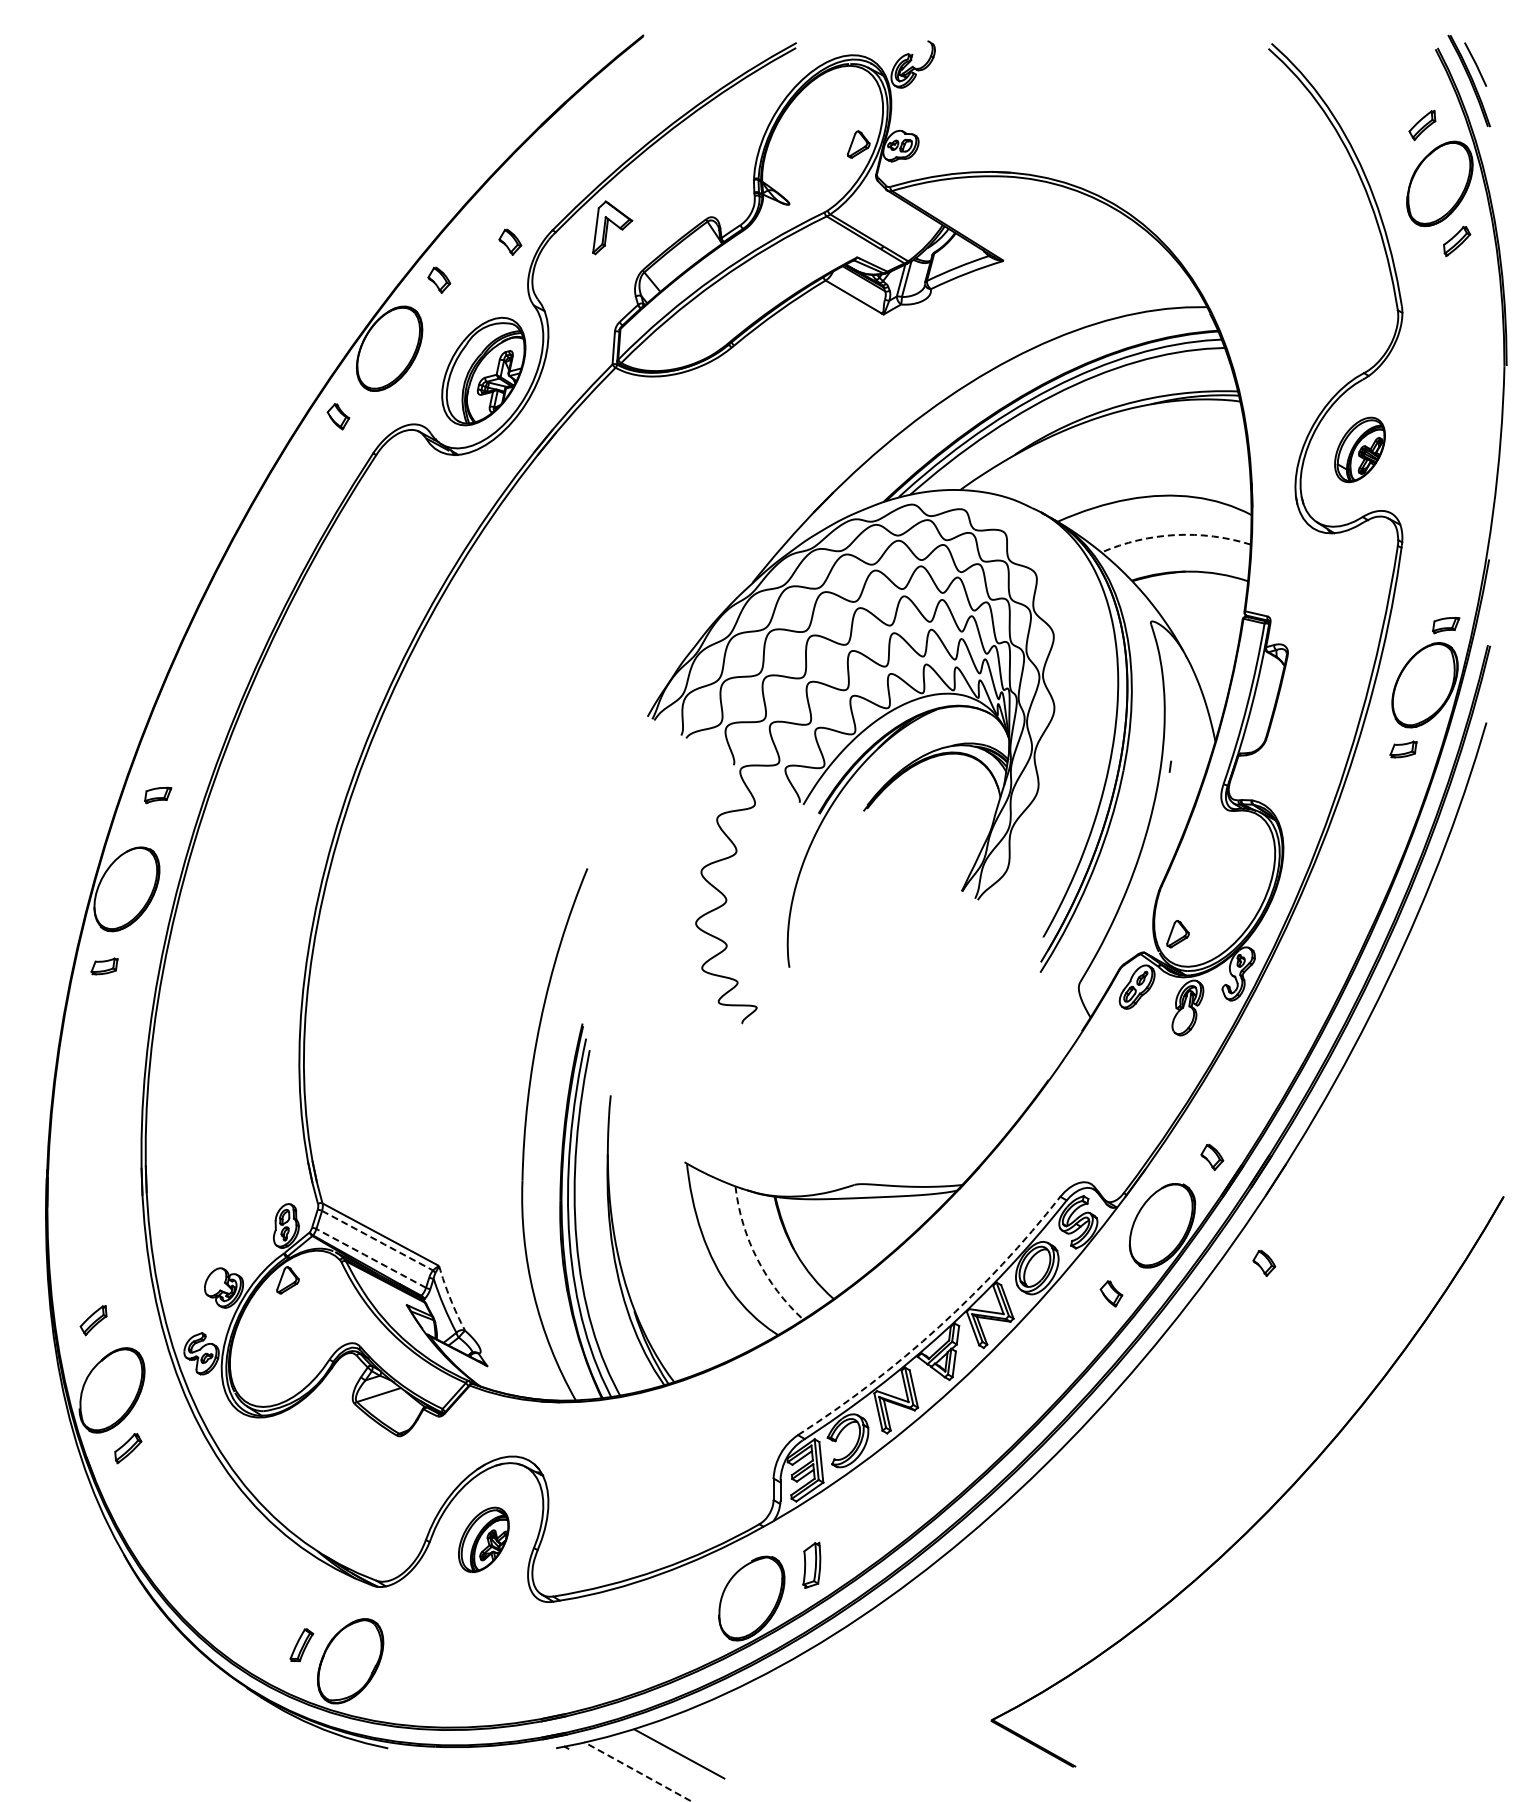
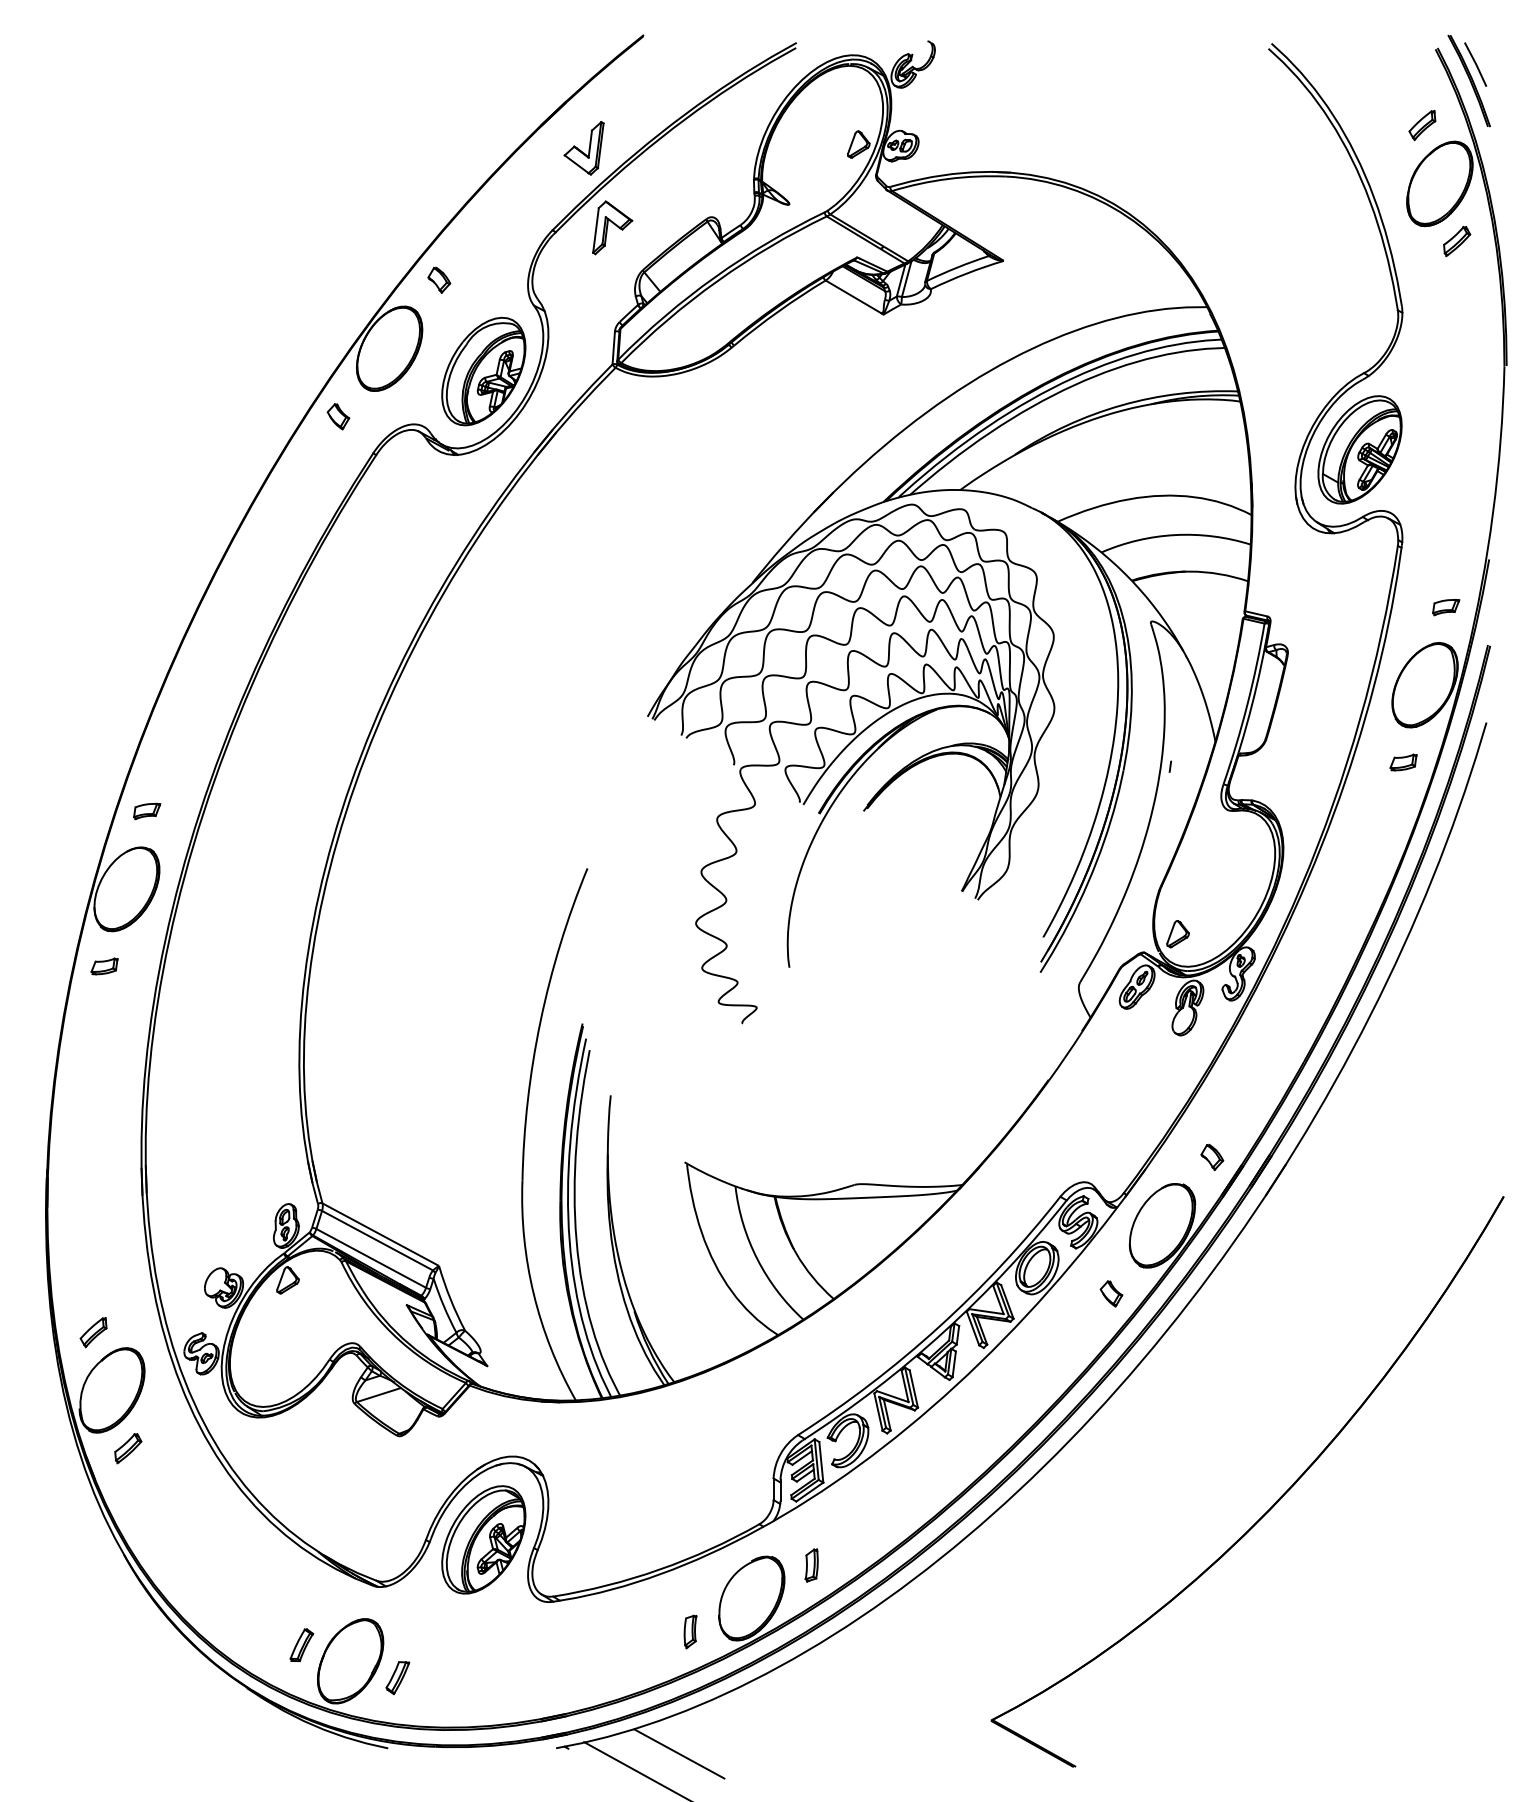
part at (583, 148): none -> present
part at (510, 241): present -> none
part at (1359, 449) size: 52x68 px -> 86x110 px
arc at (1175, 535): dashed -> solid
part at (1446, 625) position: (1446, 625) -> (1446, 607)
part at (1403, 749) position: (1403, 749) -> (1403, 762)
part at (158, 795) position: (158, 795) -> (147, 811)
line at (378, 1240): dashed -> solid
line at (370, 1258): dashed -> solid
arc at (757, 1259): dashed -> solid
part at (1264, 1263): present -> none
arc at (450, 1298): dashed -> solid
part at (93, 1320) position: (93, 1320) -> (93, 1332)
arc at (939, 1326): dashed -> solid
part at (483, 1539) size: 52x68 px -> 86x110 px
part at (811, 1564) size: 20x48 px -> 15x35 px
part at (690, 1631): none -> present
part at (397, 1678): none -> present
line at (637, 1771): dashed -> solid
